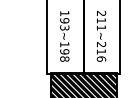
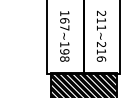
text at (64, 24): 193~198 -> 167~198
